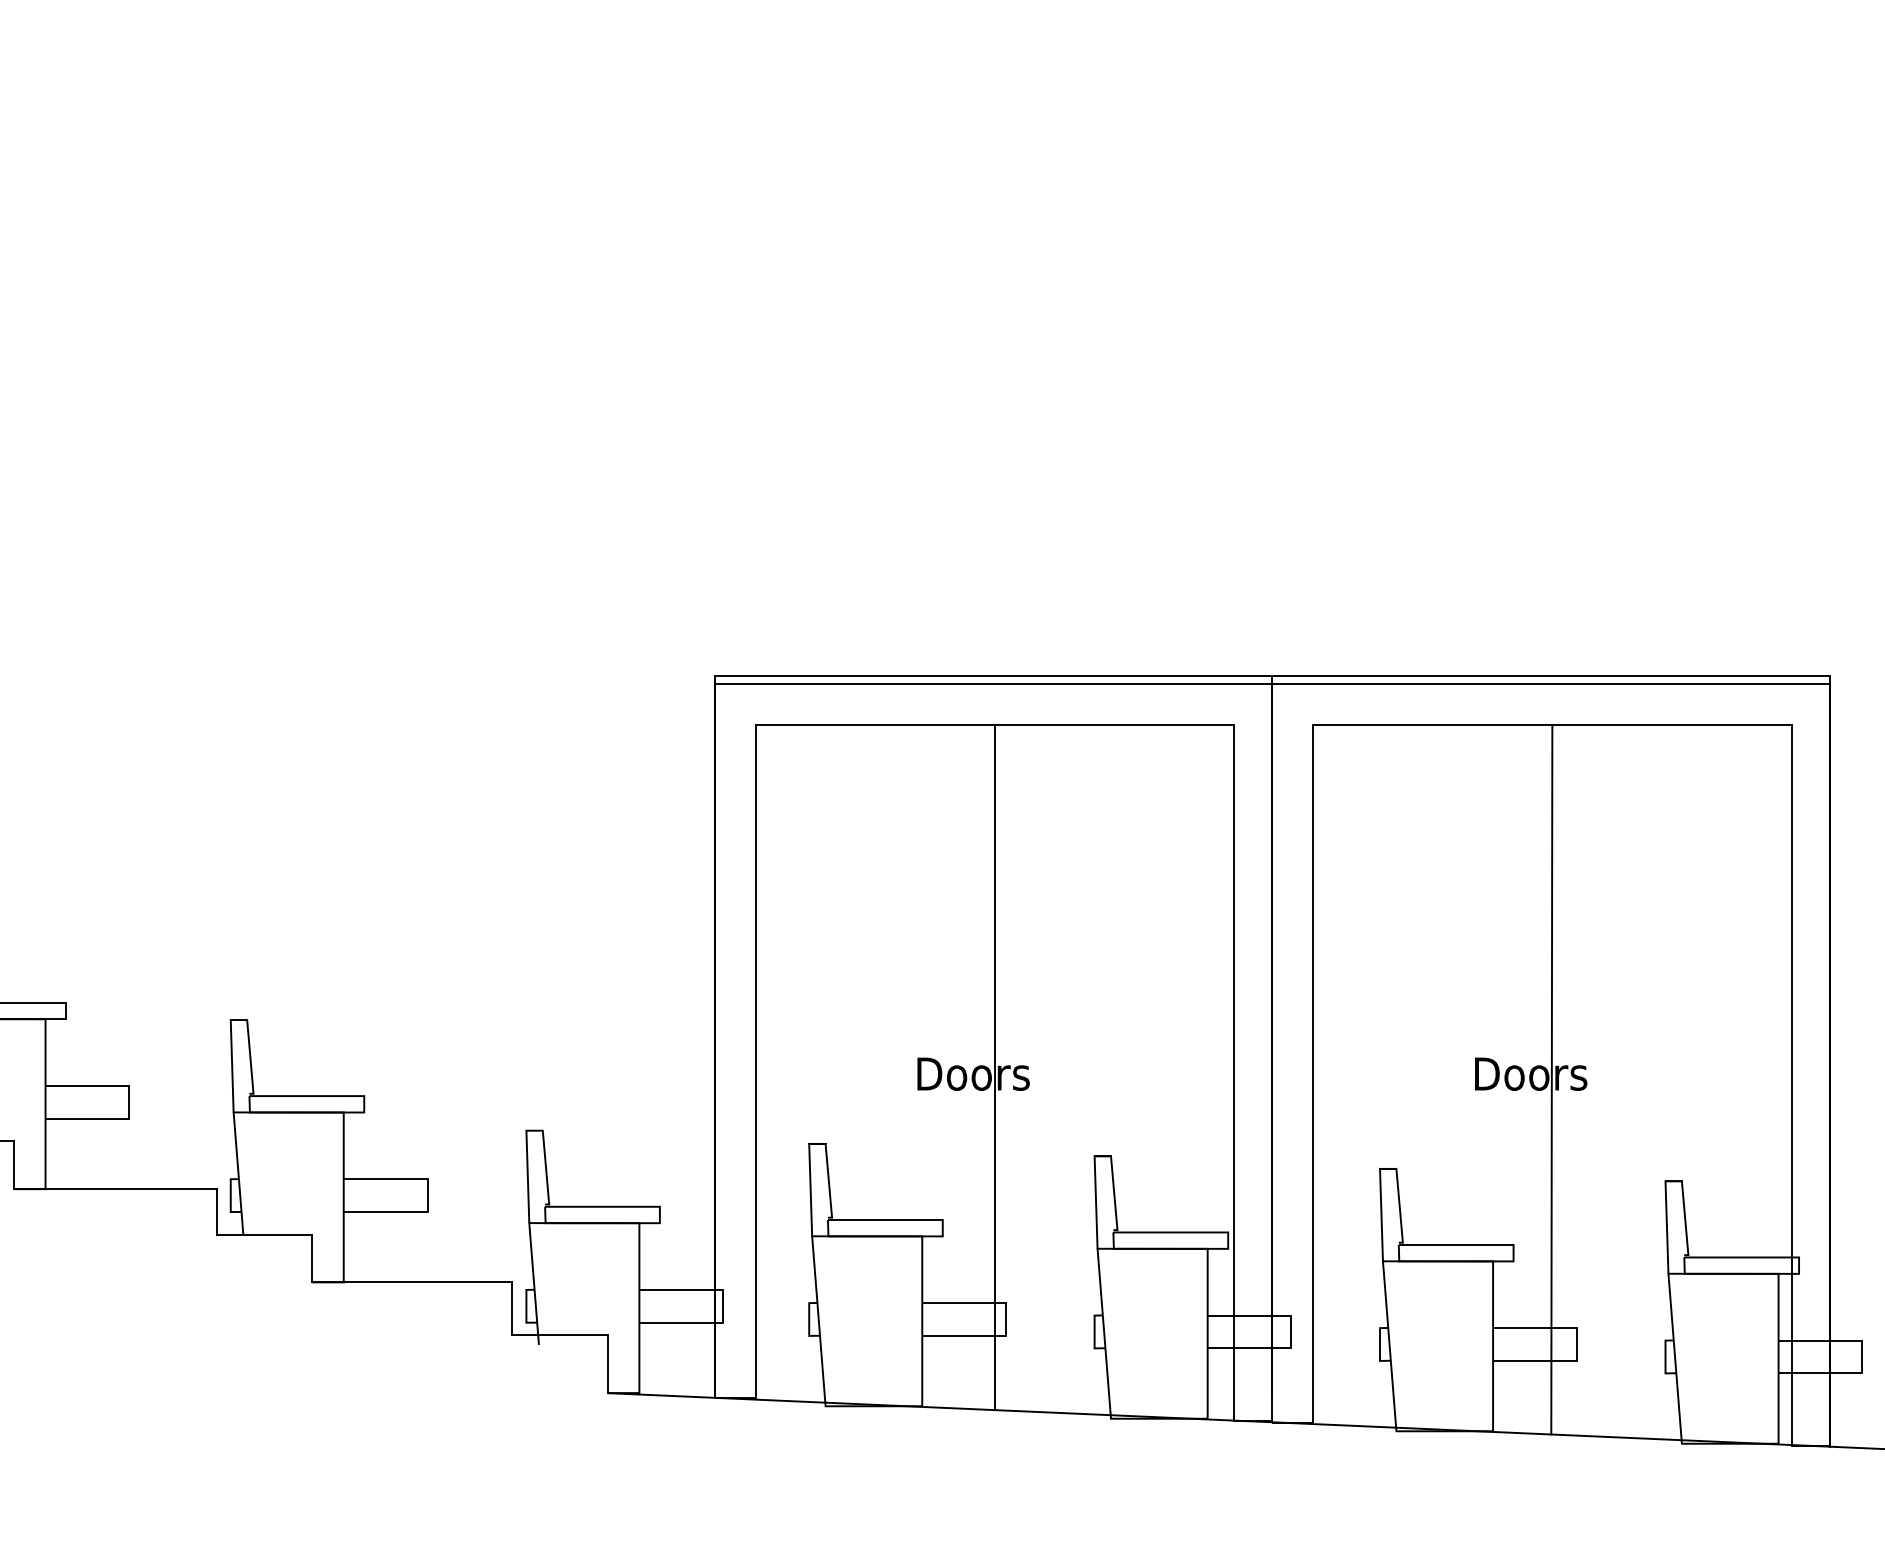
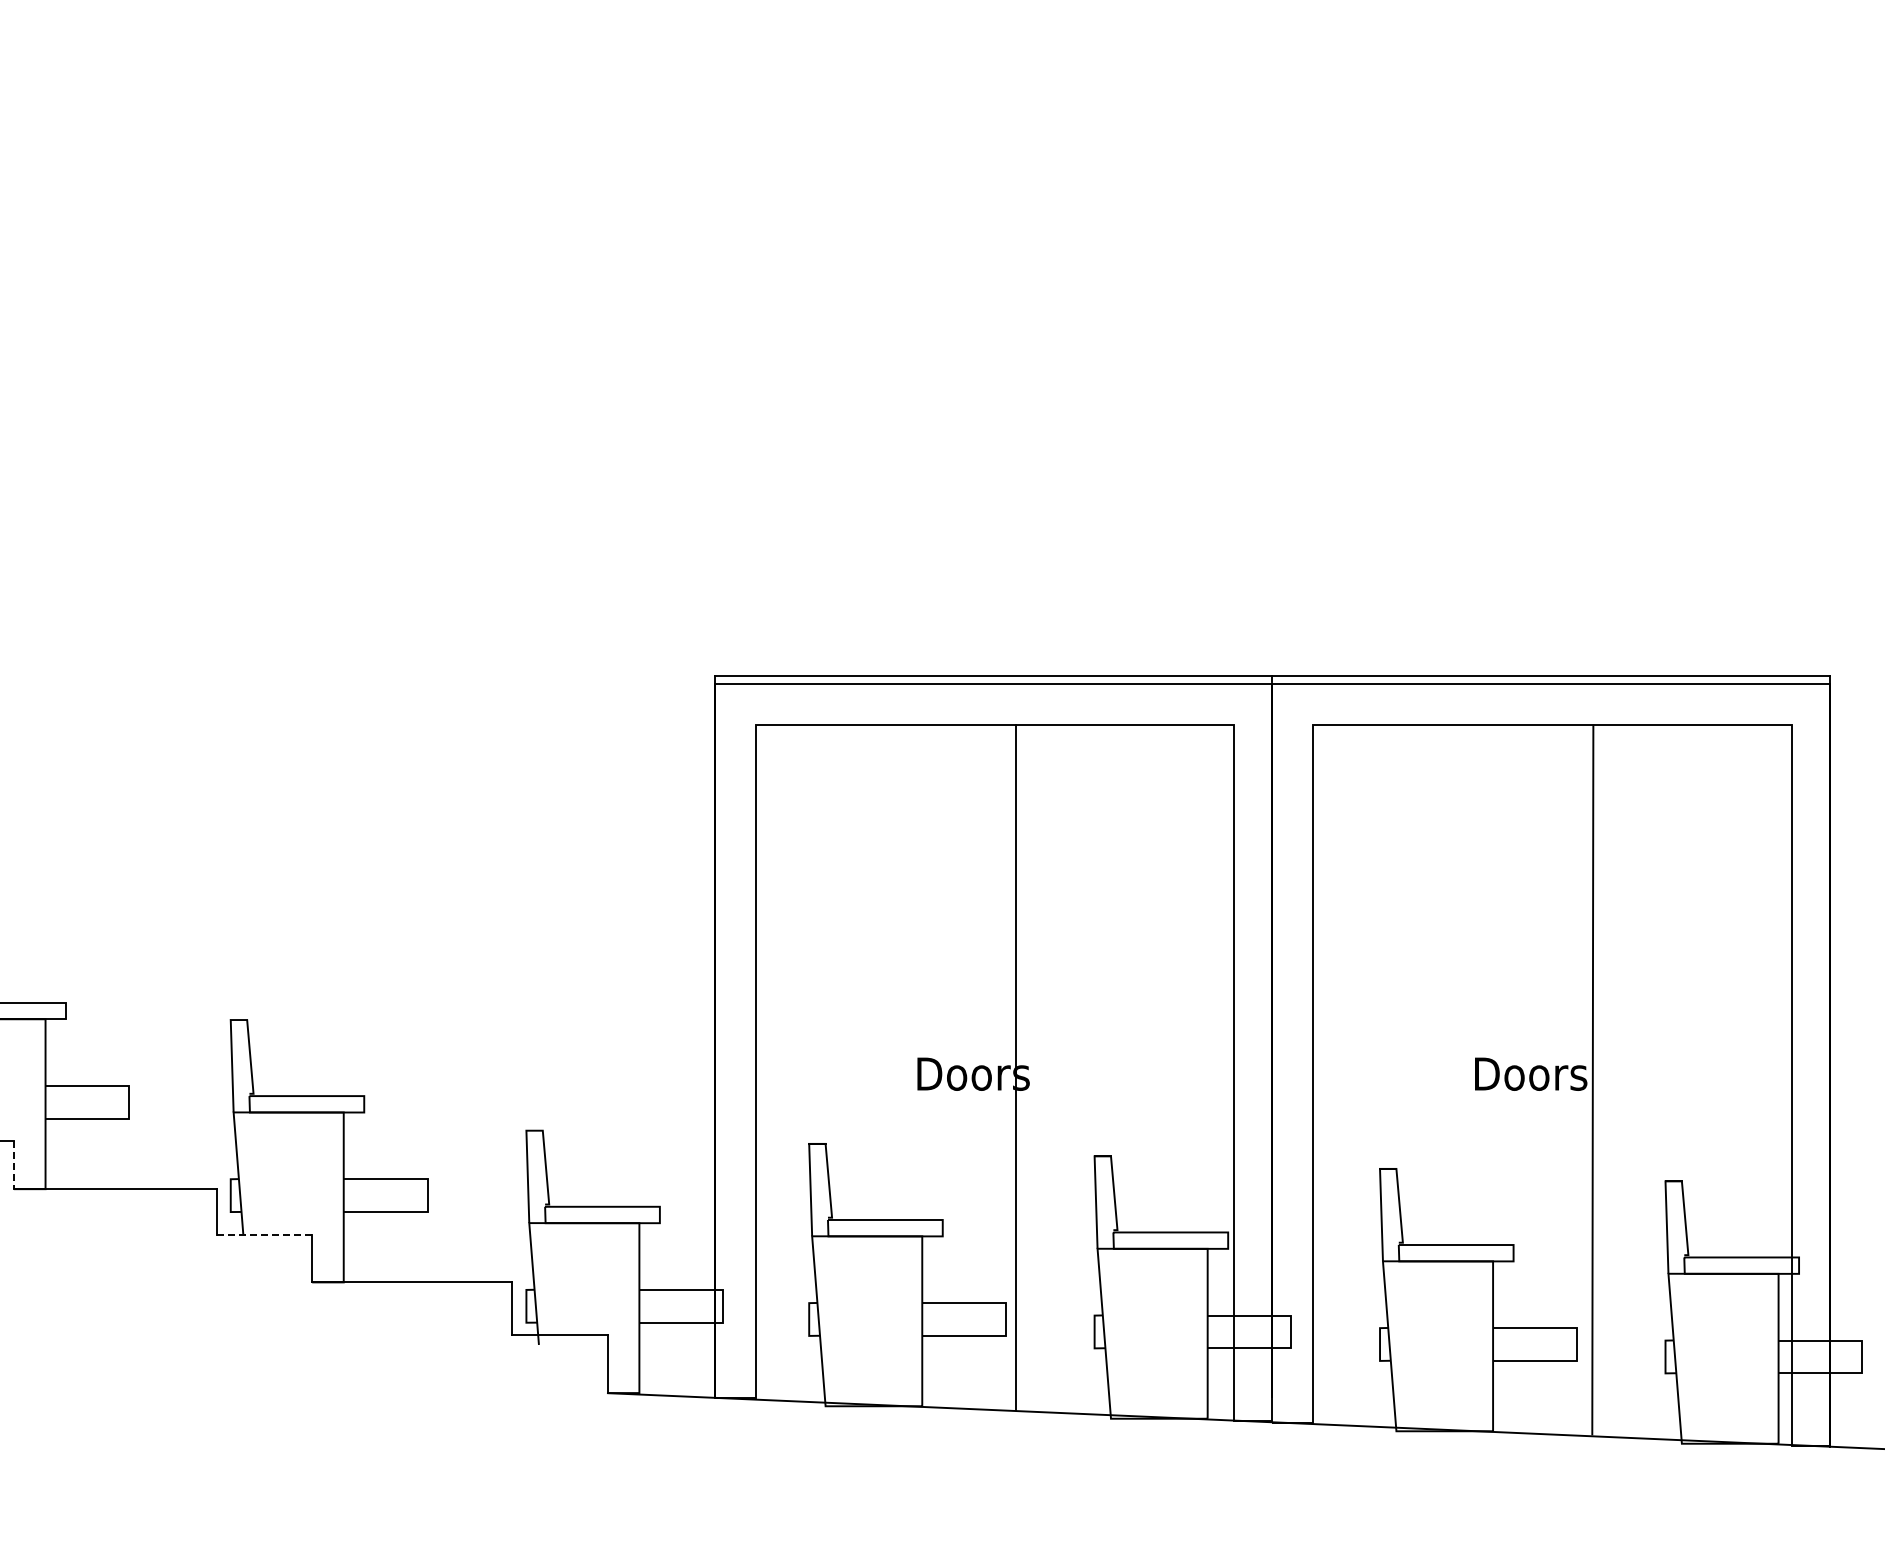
line at (994, 1067) position: (994, 1067) -> (1015, 1067)
line at (1551, 1079) position: (1551, 1079) -> (1592, 1079)
line at (13, 1165): solid -> dashed
line at (264, 1235): solid -> dashed
